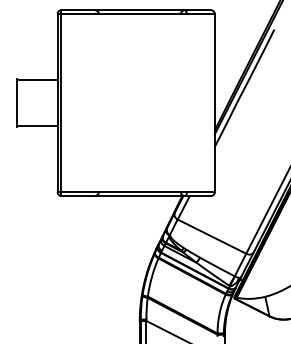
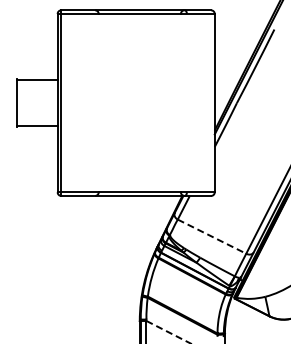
line at (212, 236): solid -> dashed
line at (169, 332): solid -> dashed
